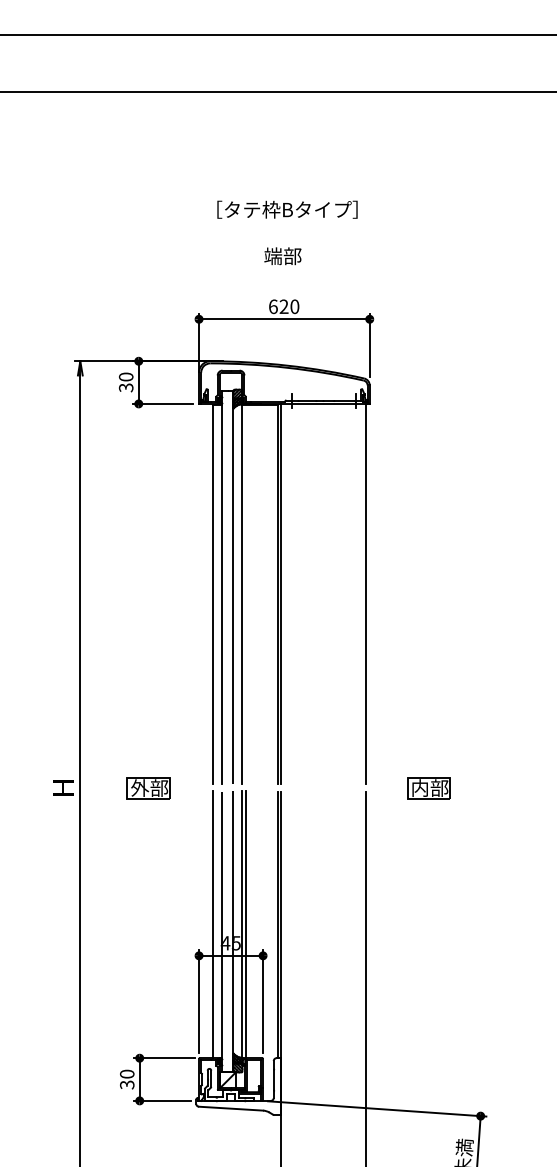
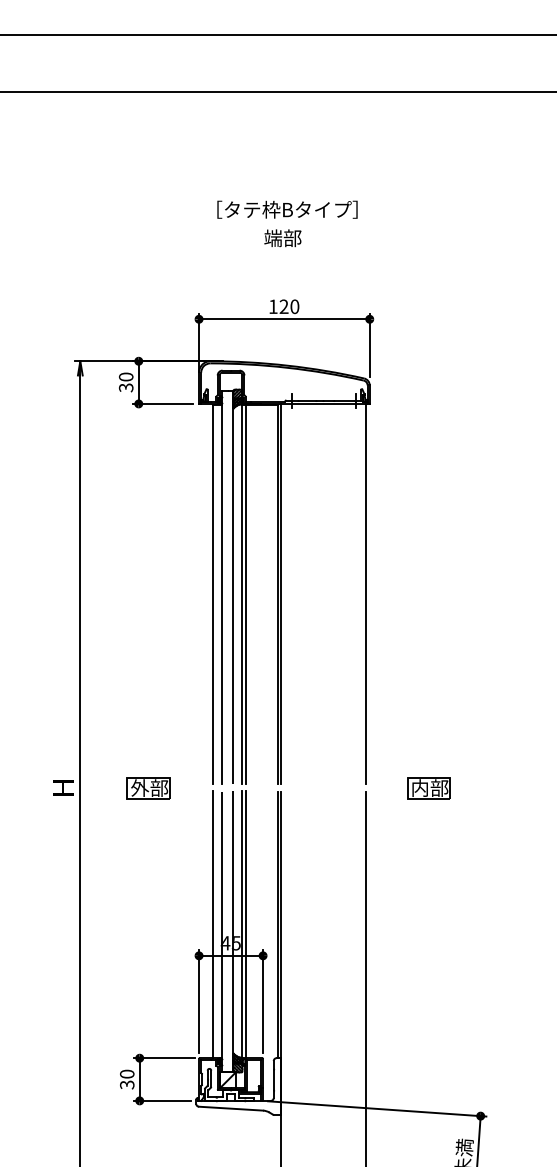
text at (282, 256) position: (282, 256) -> (282, 238)
text at (273, 306): 620 -> 120
line at (245, 594): none -> present
